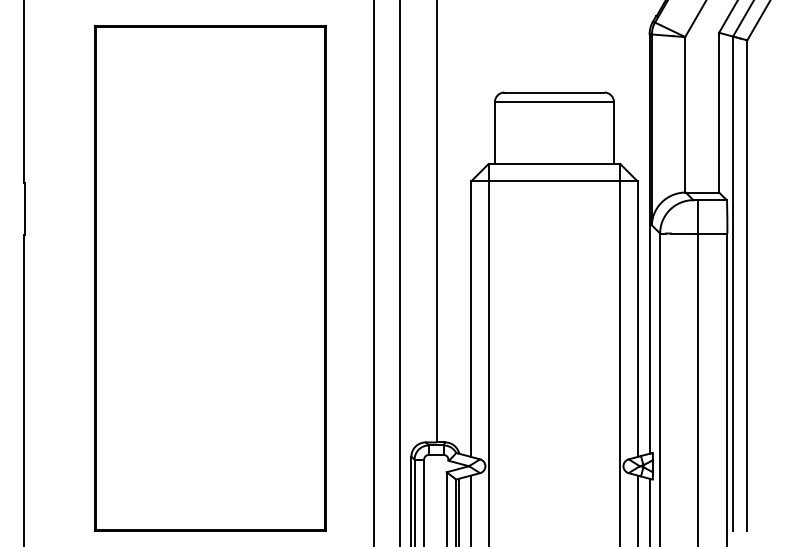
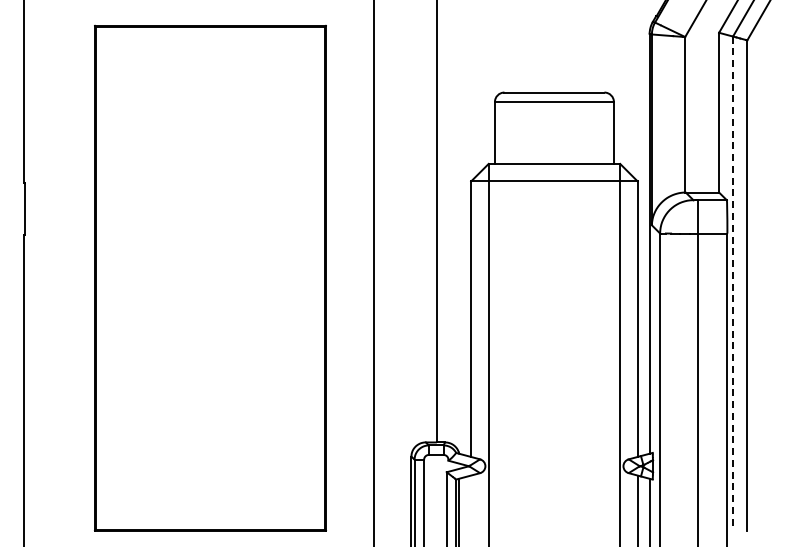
line at (399, 272): present -> none
line at (733, 284): solid -> dashed
line at (471, 509): present -> none
